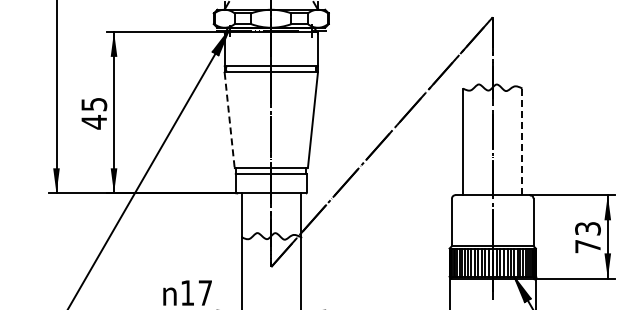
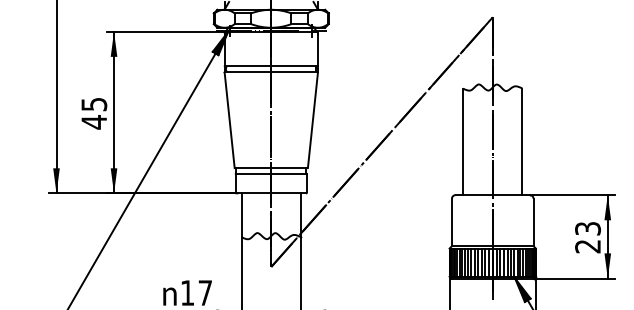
line at (229, 120): dashed -> solid
line at (522, 142): dashed -> solid
text at (587, 246): 73 -> 23
